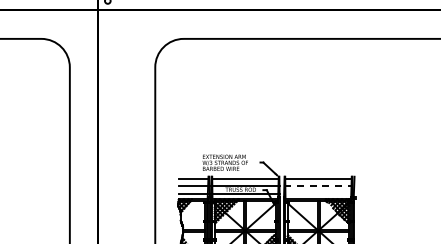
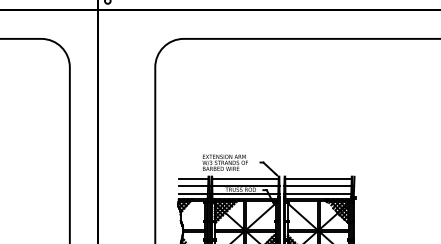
line at (318, 186): dashed -> solid
line at (318, 193): none -> present
